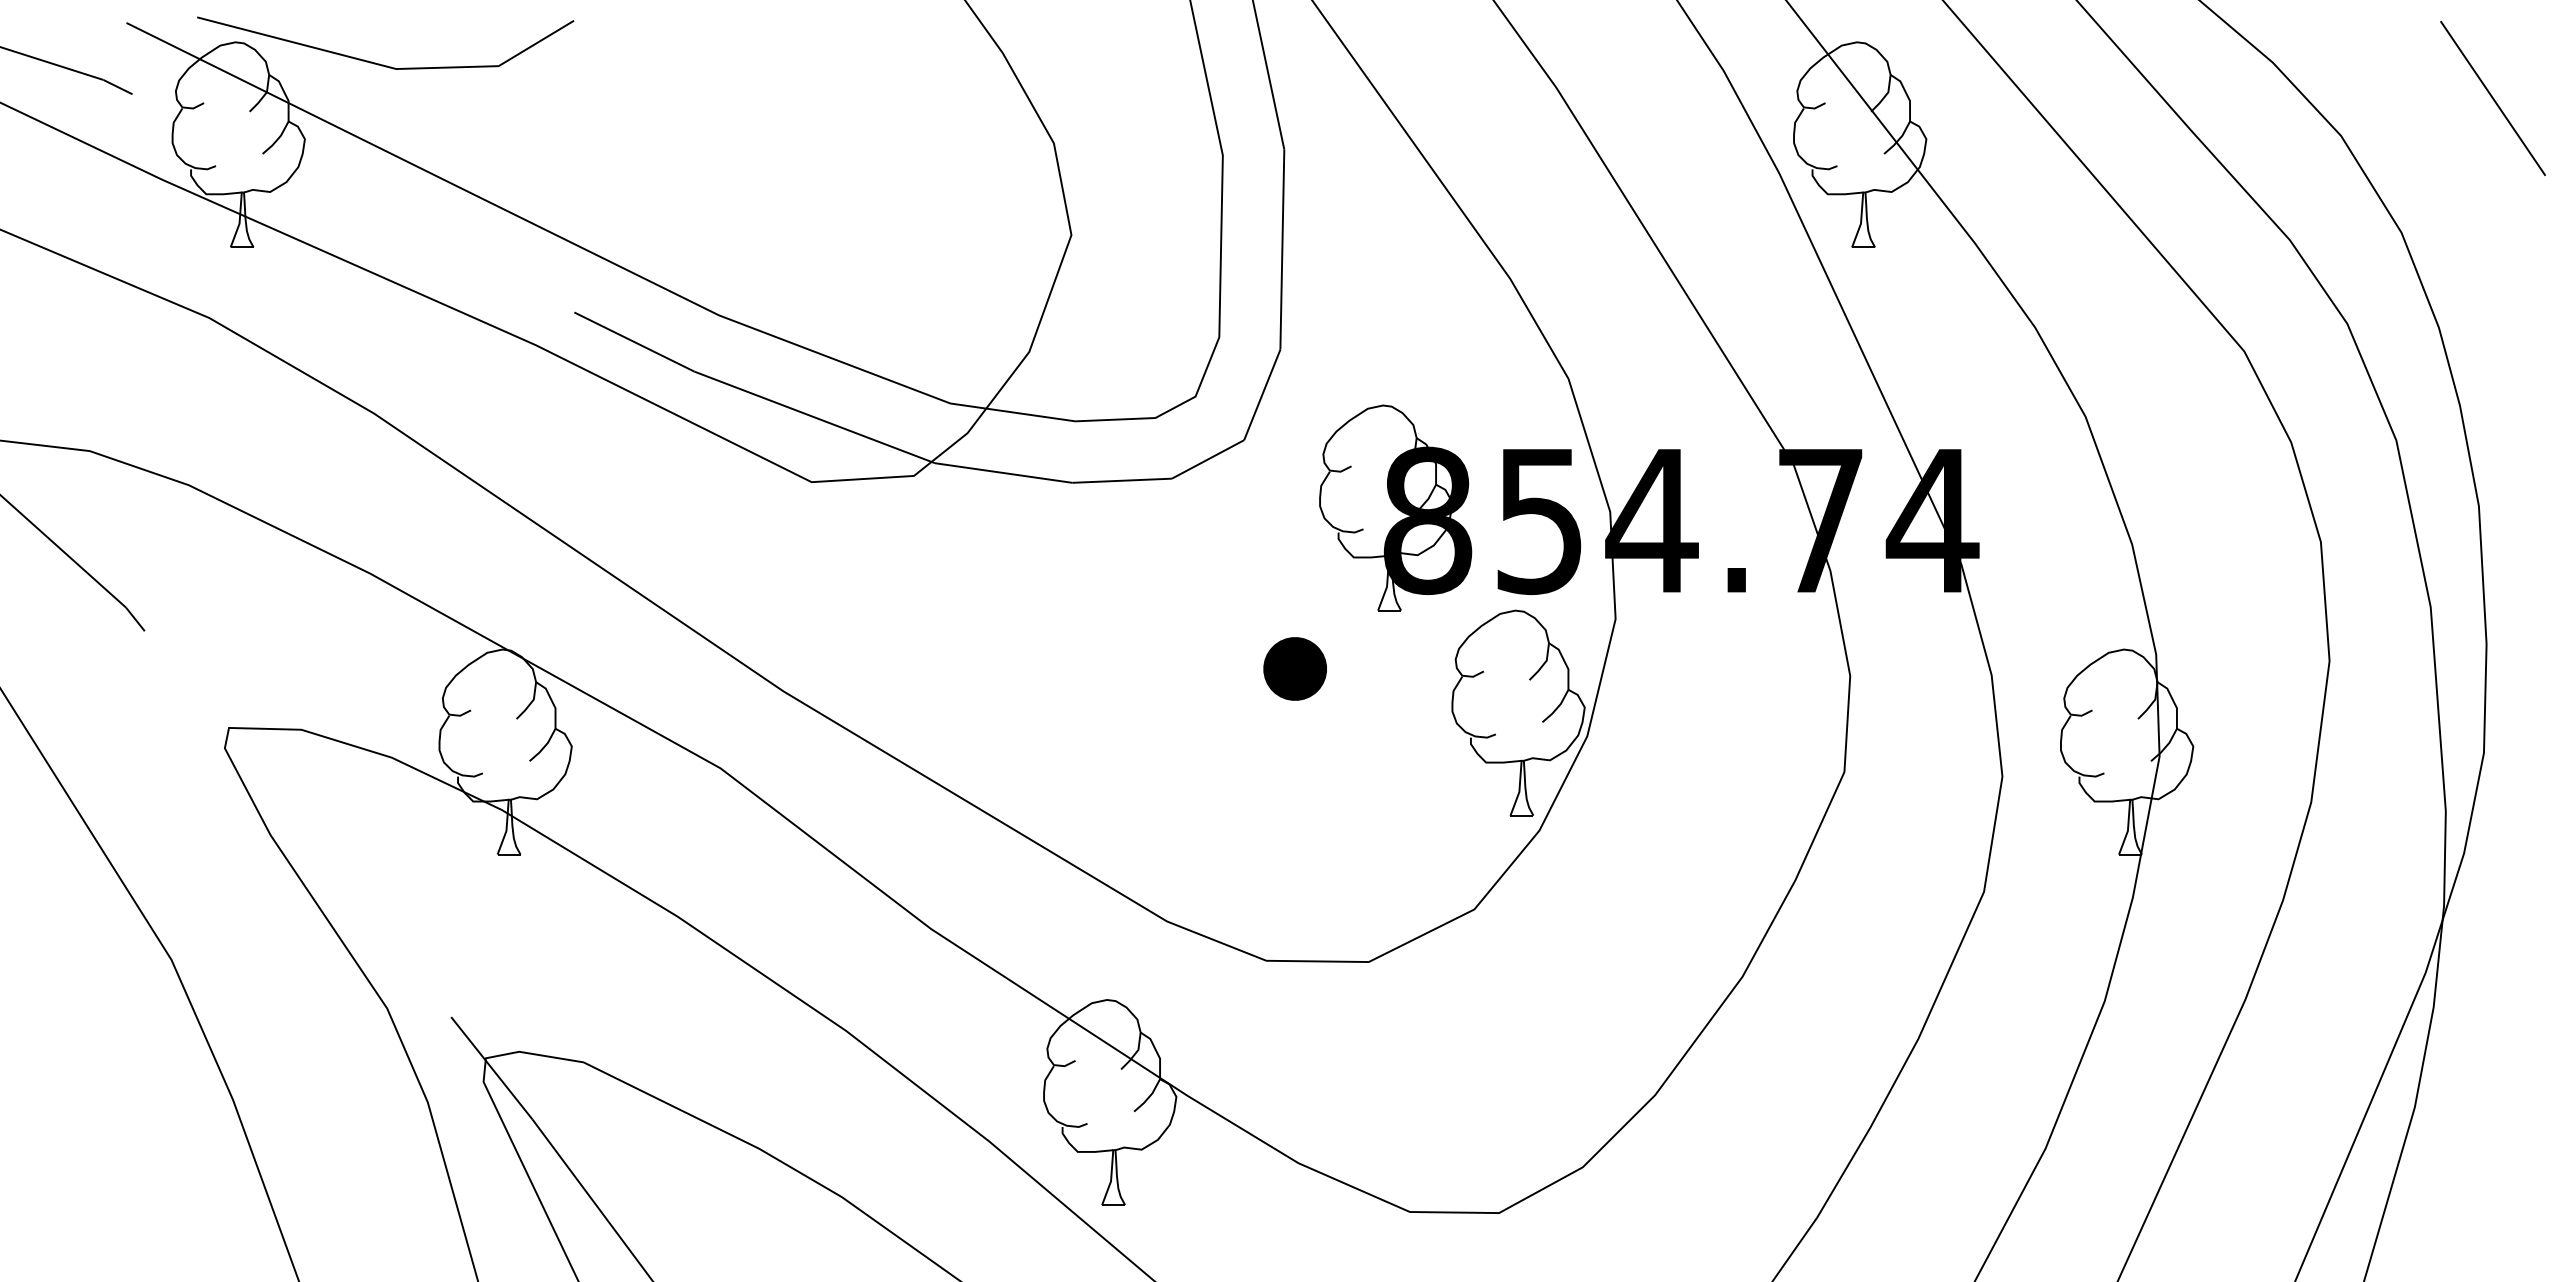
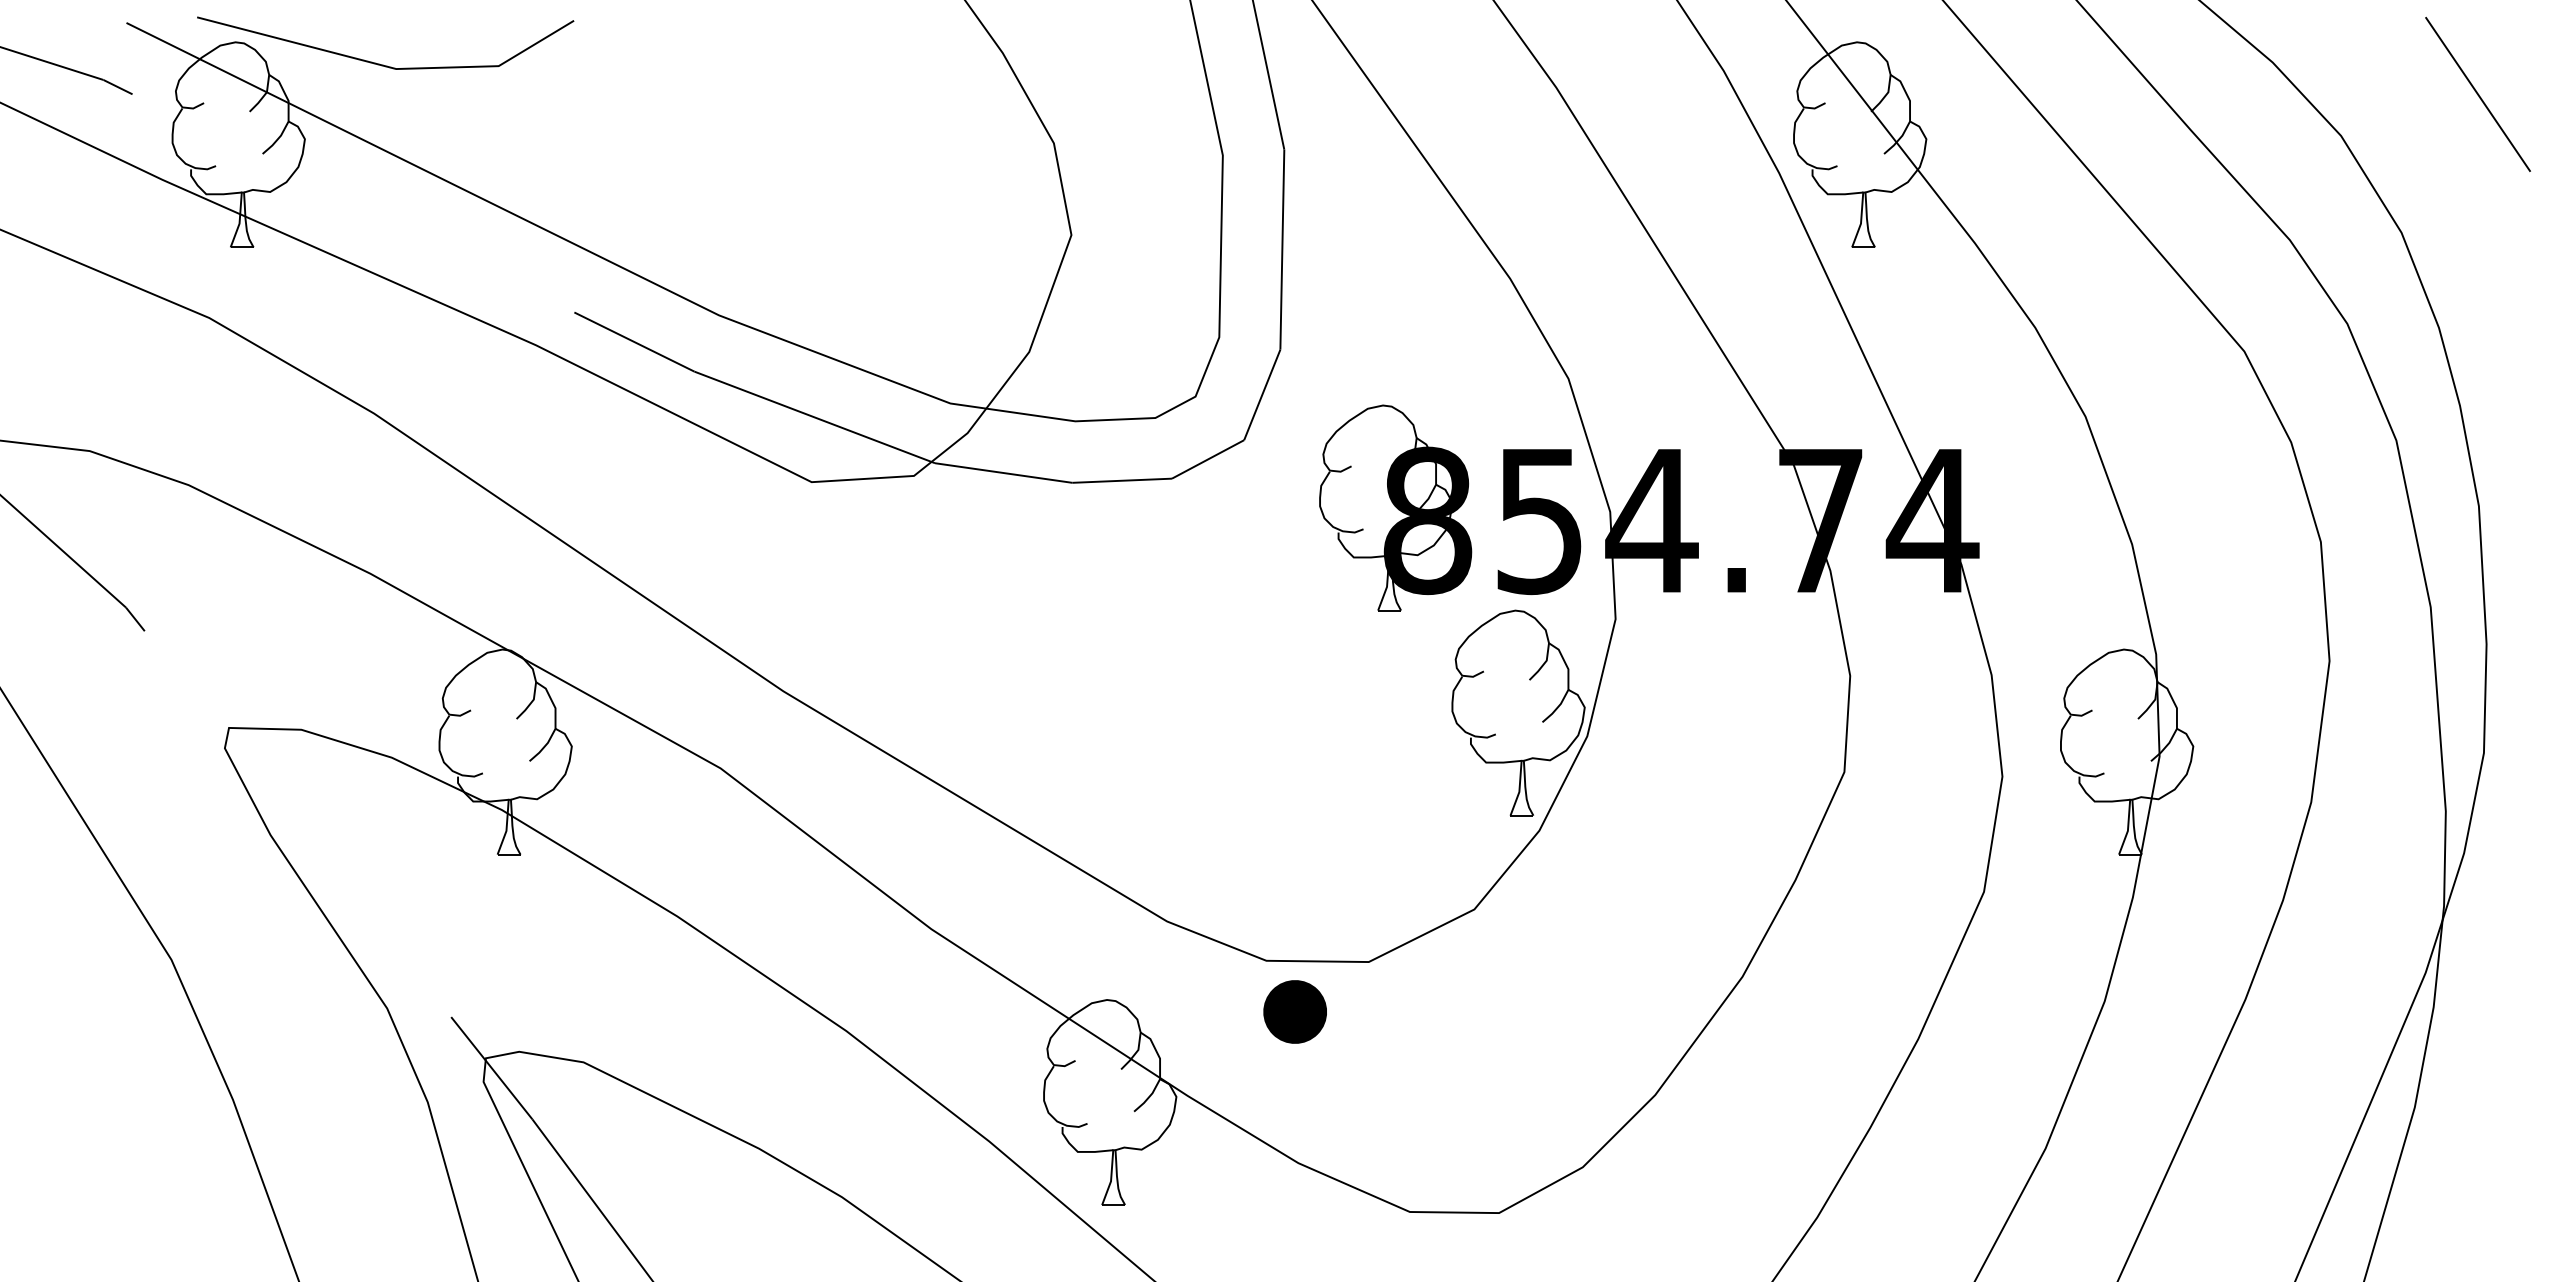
line at (2492, 97) position: (2492, 97) -> (2477, 93)
part at (1294, 668) position: (1294, 668) -> (1294, 1011)
